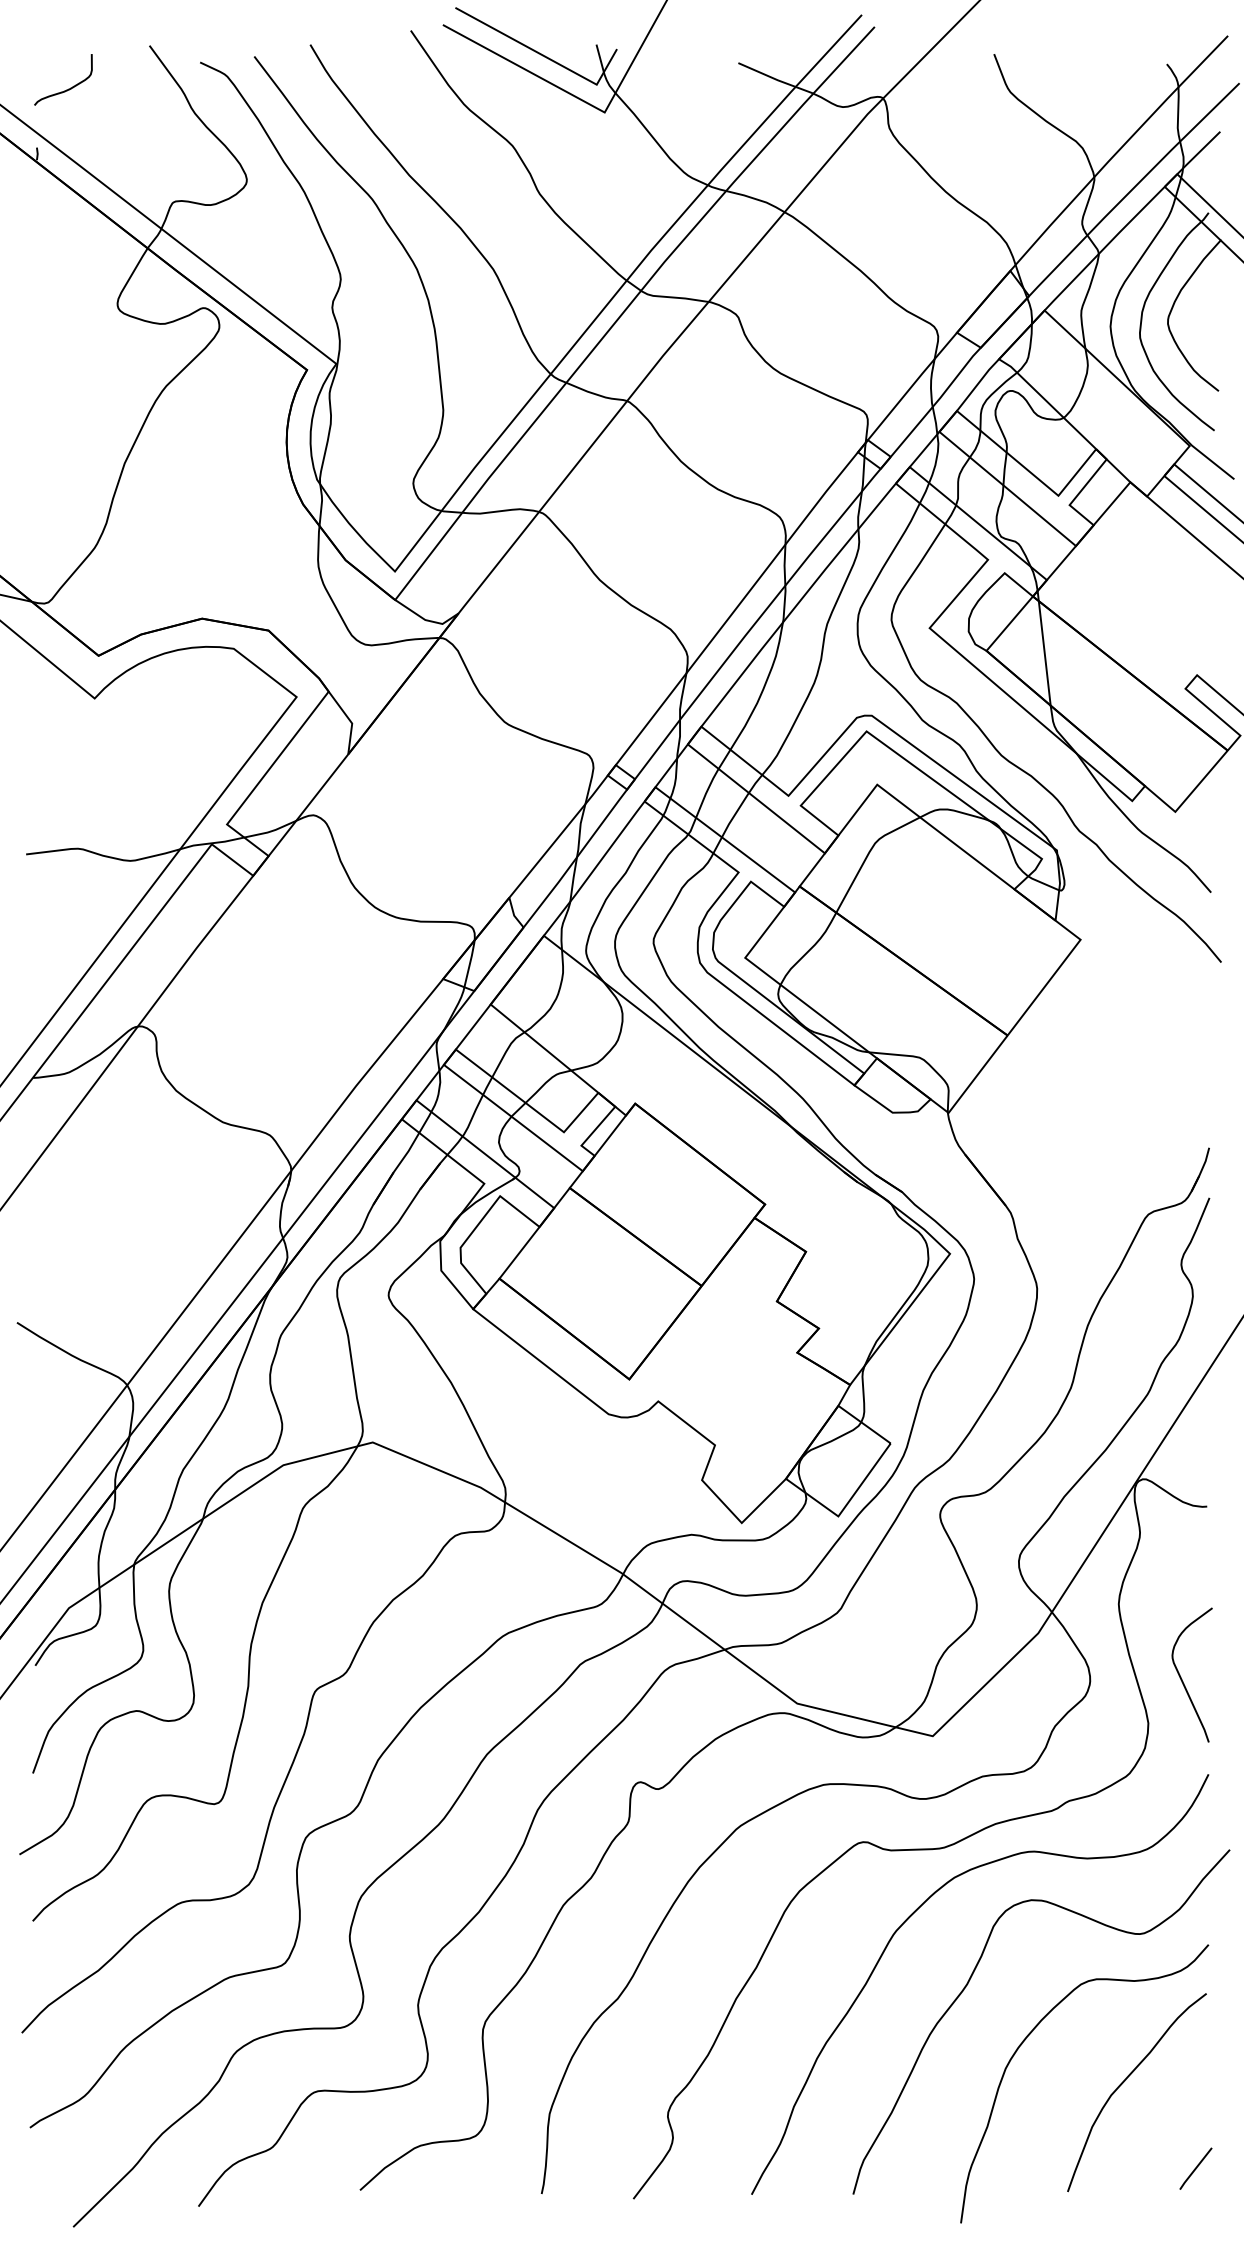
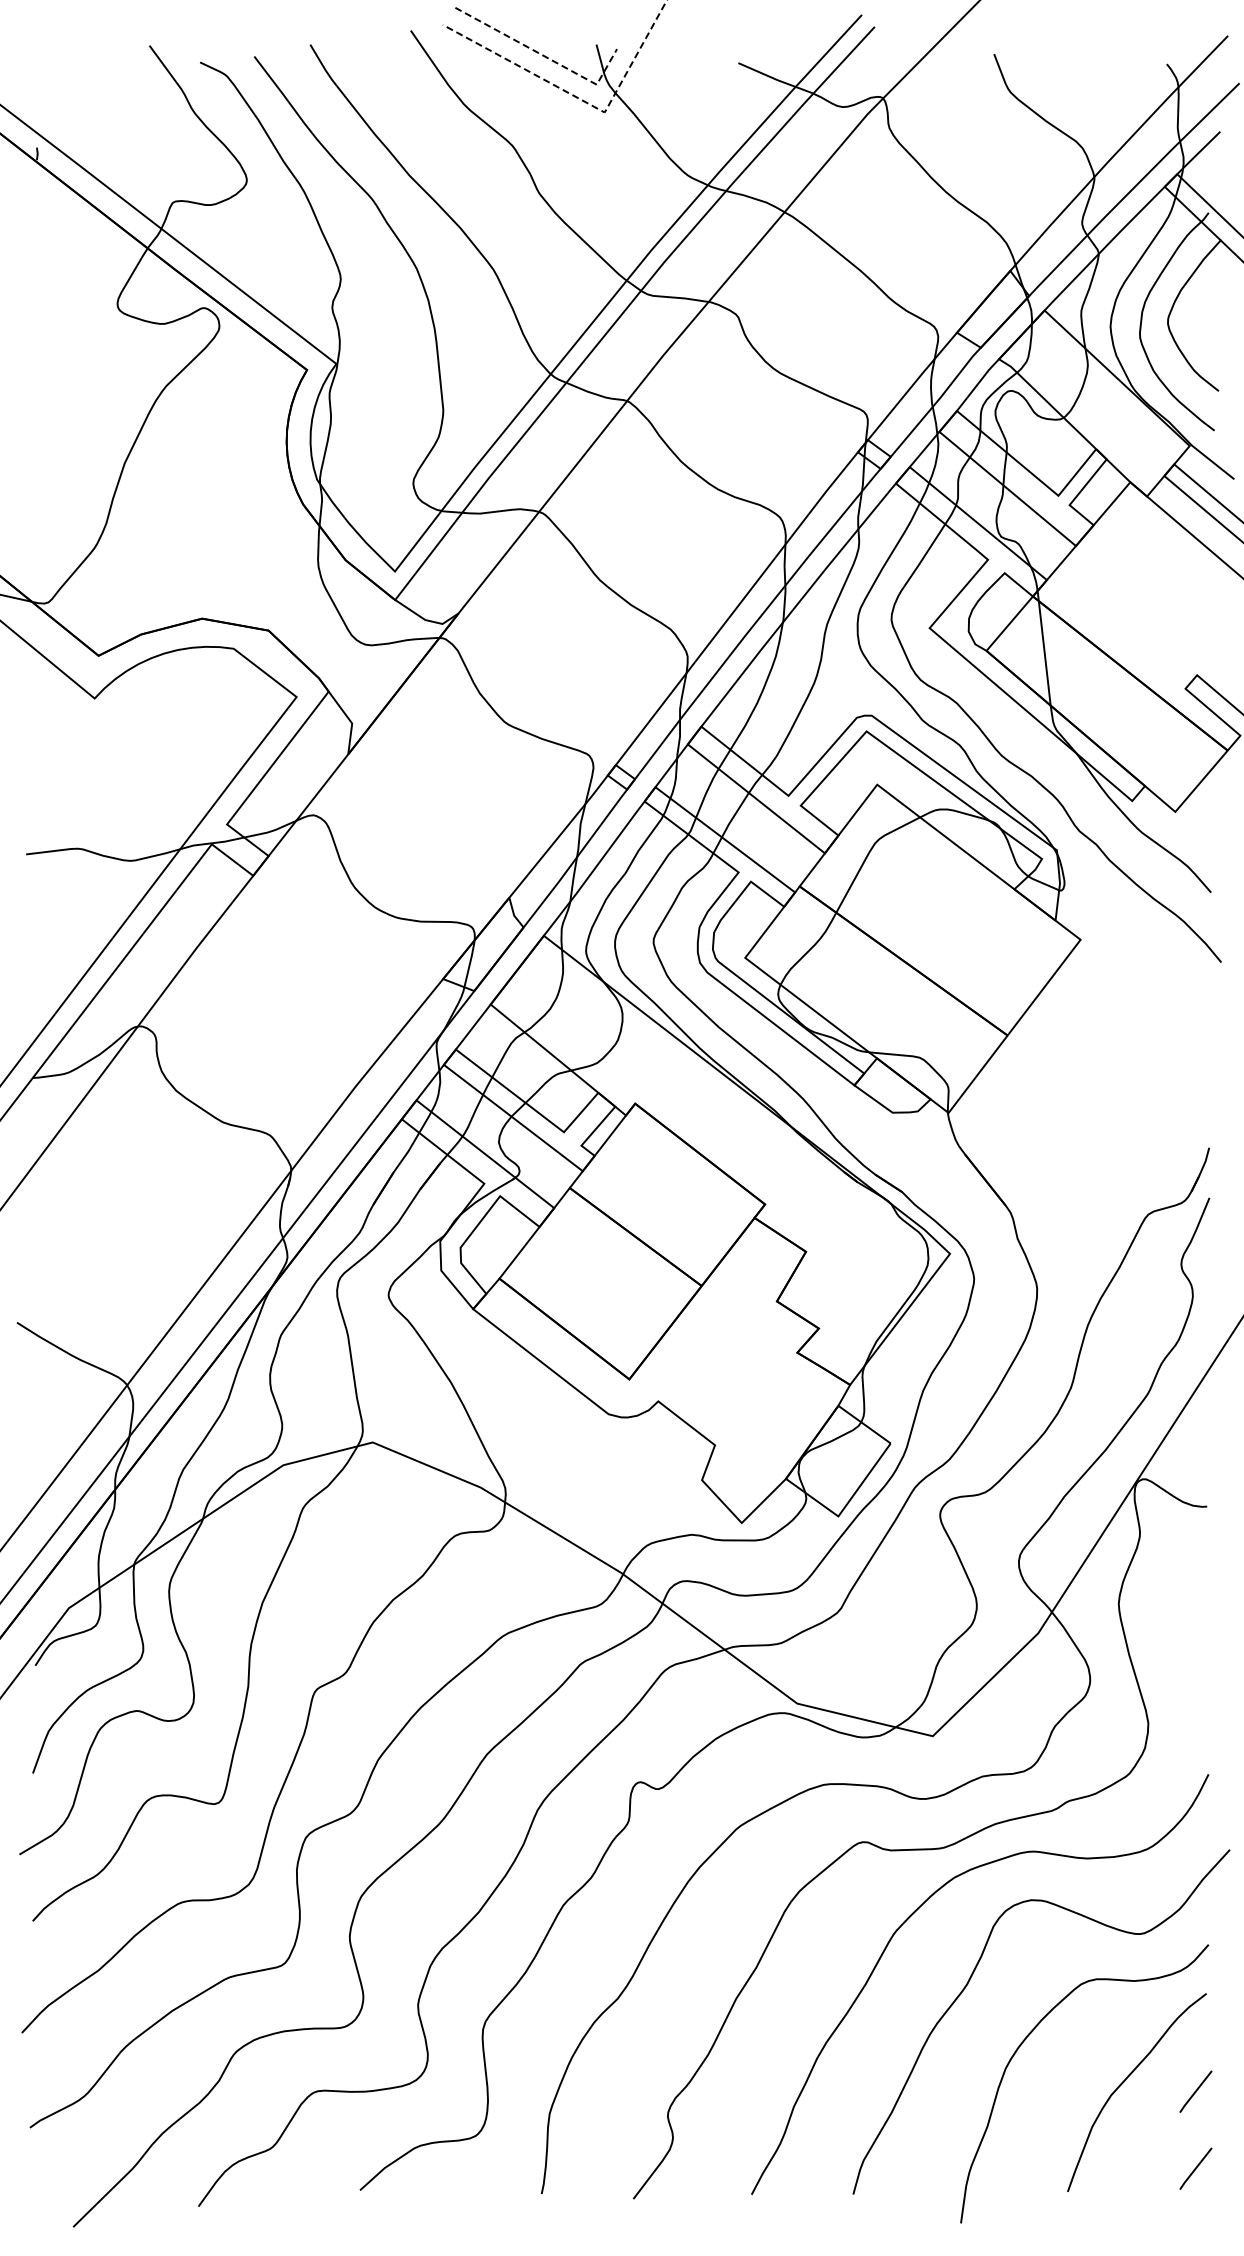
line at (544, 56): solid -> dashed
curve at (68, 88): present -> none
line at (580, 99): solid -> dashed
curve at (1182, 1679): present -> none
line at (1195, 2091): none -> present
